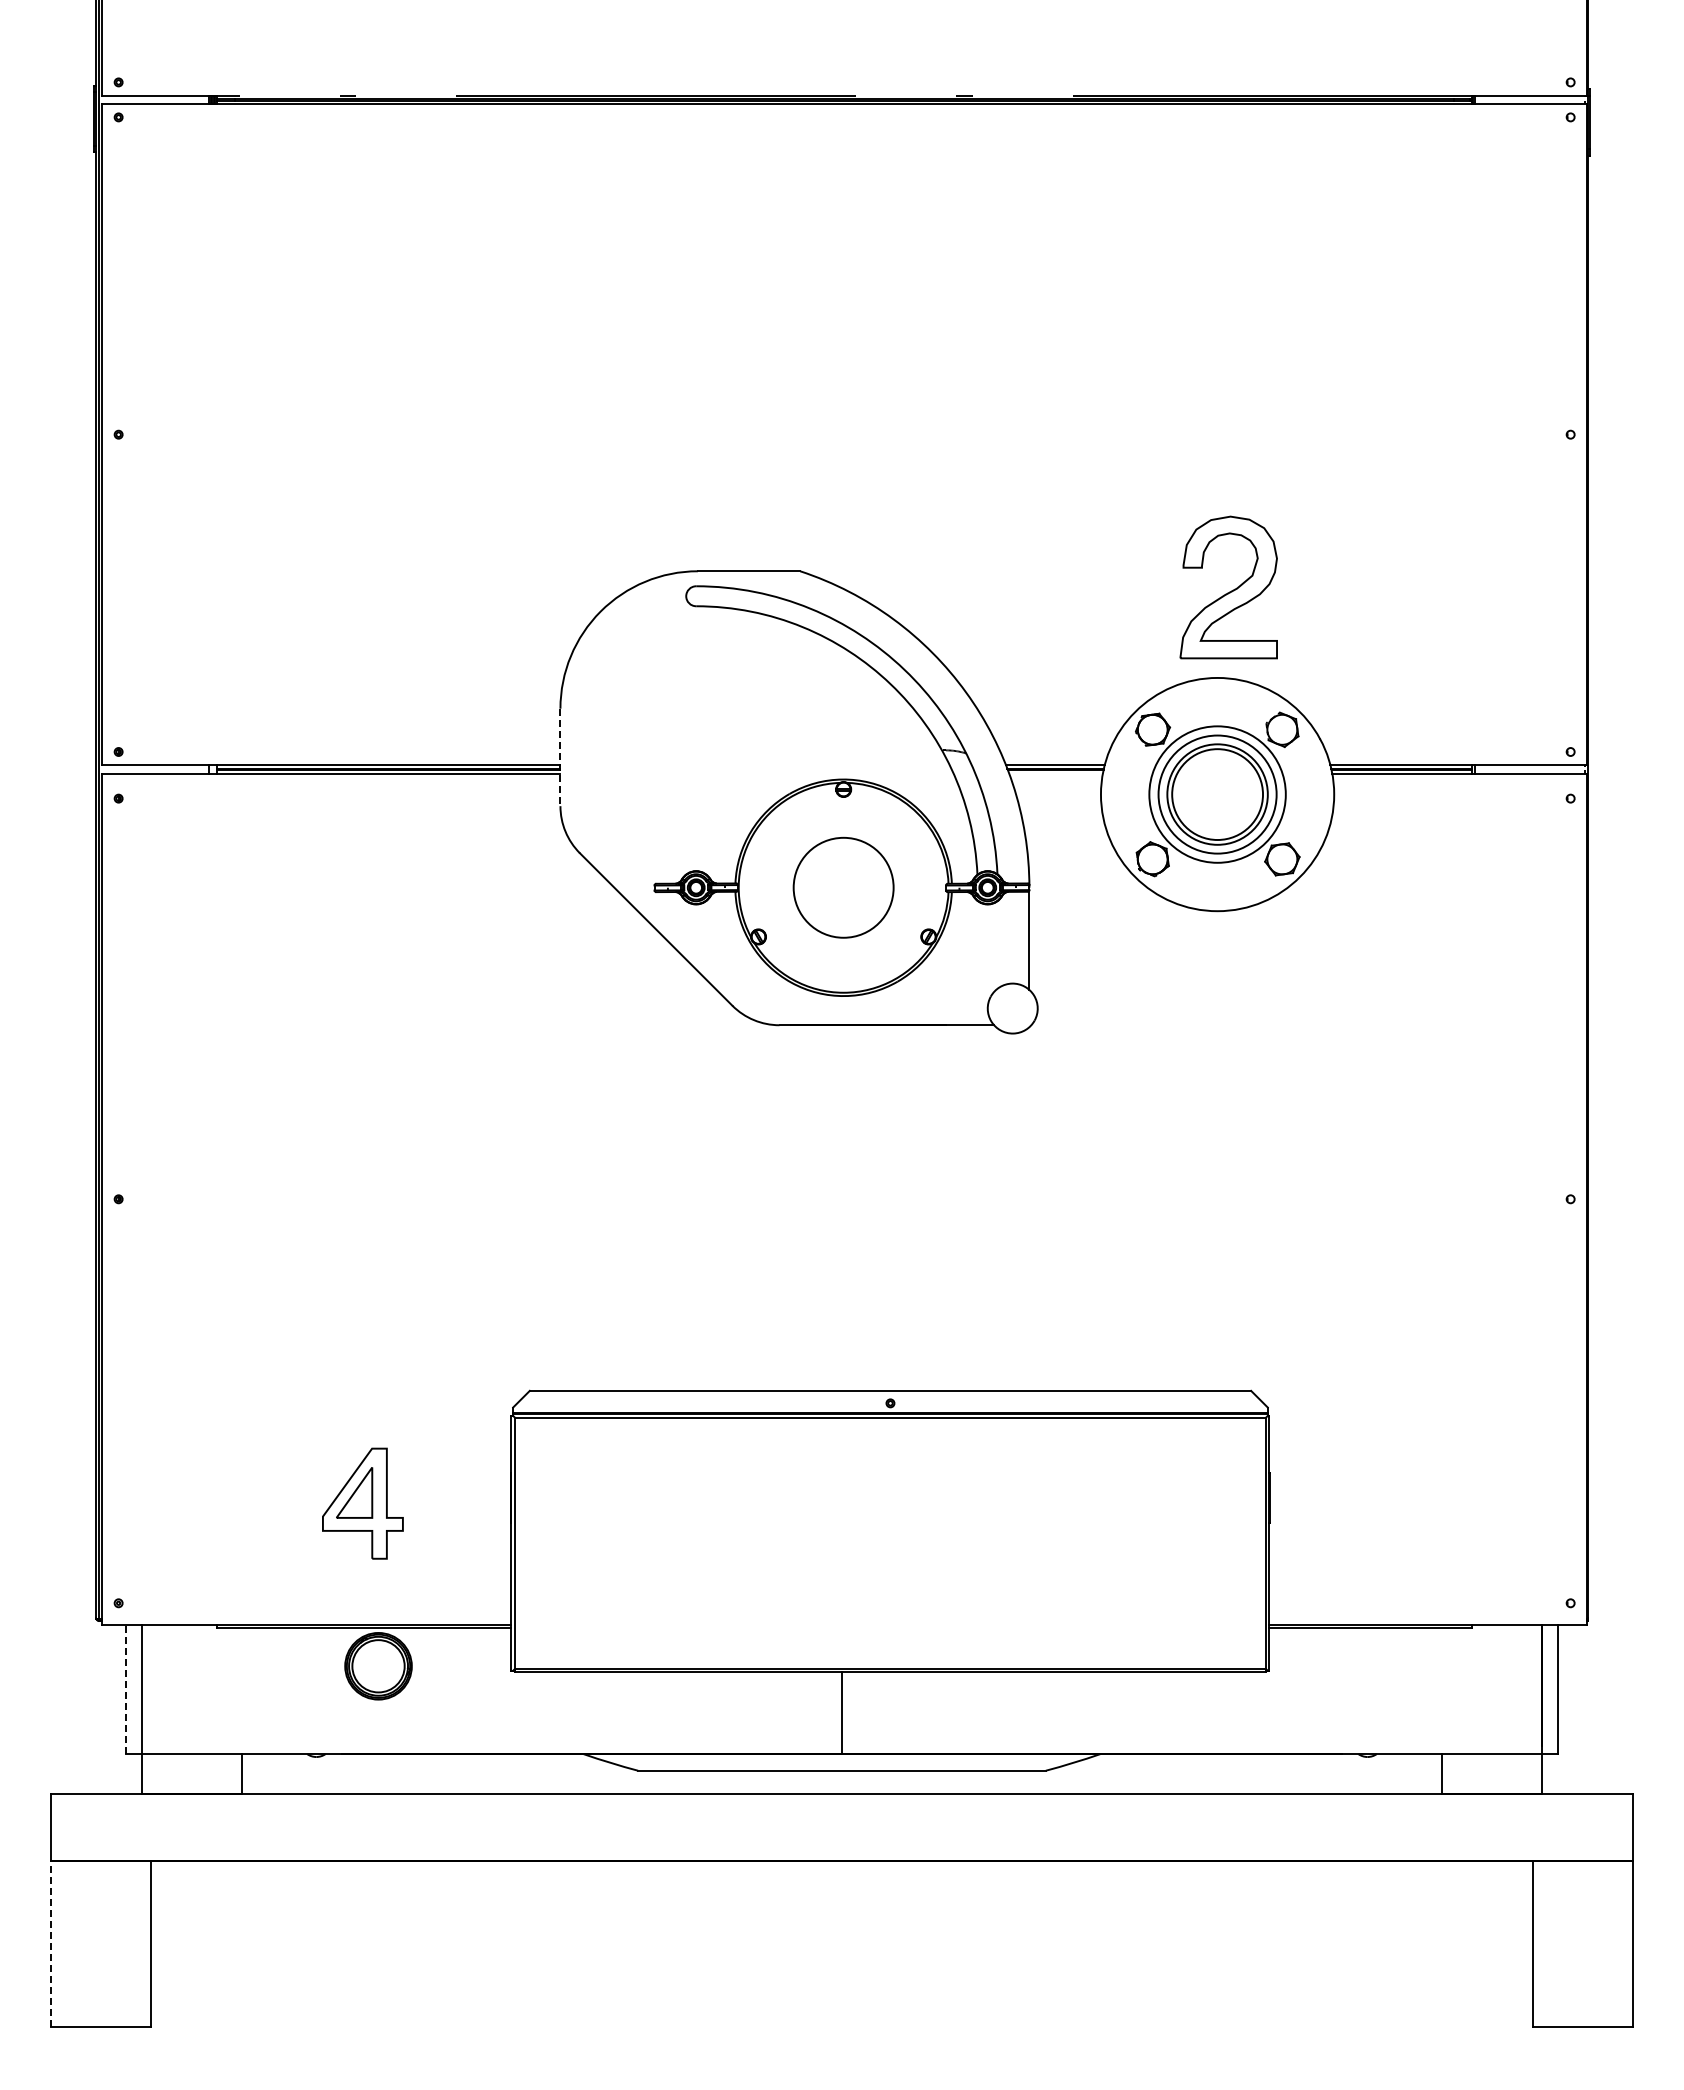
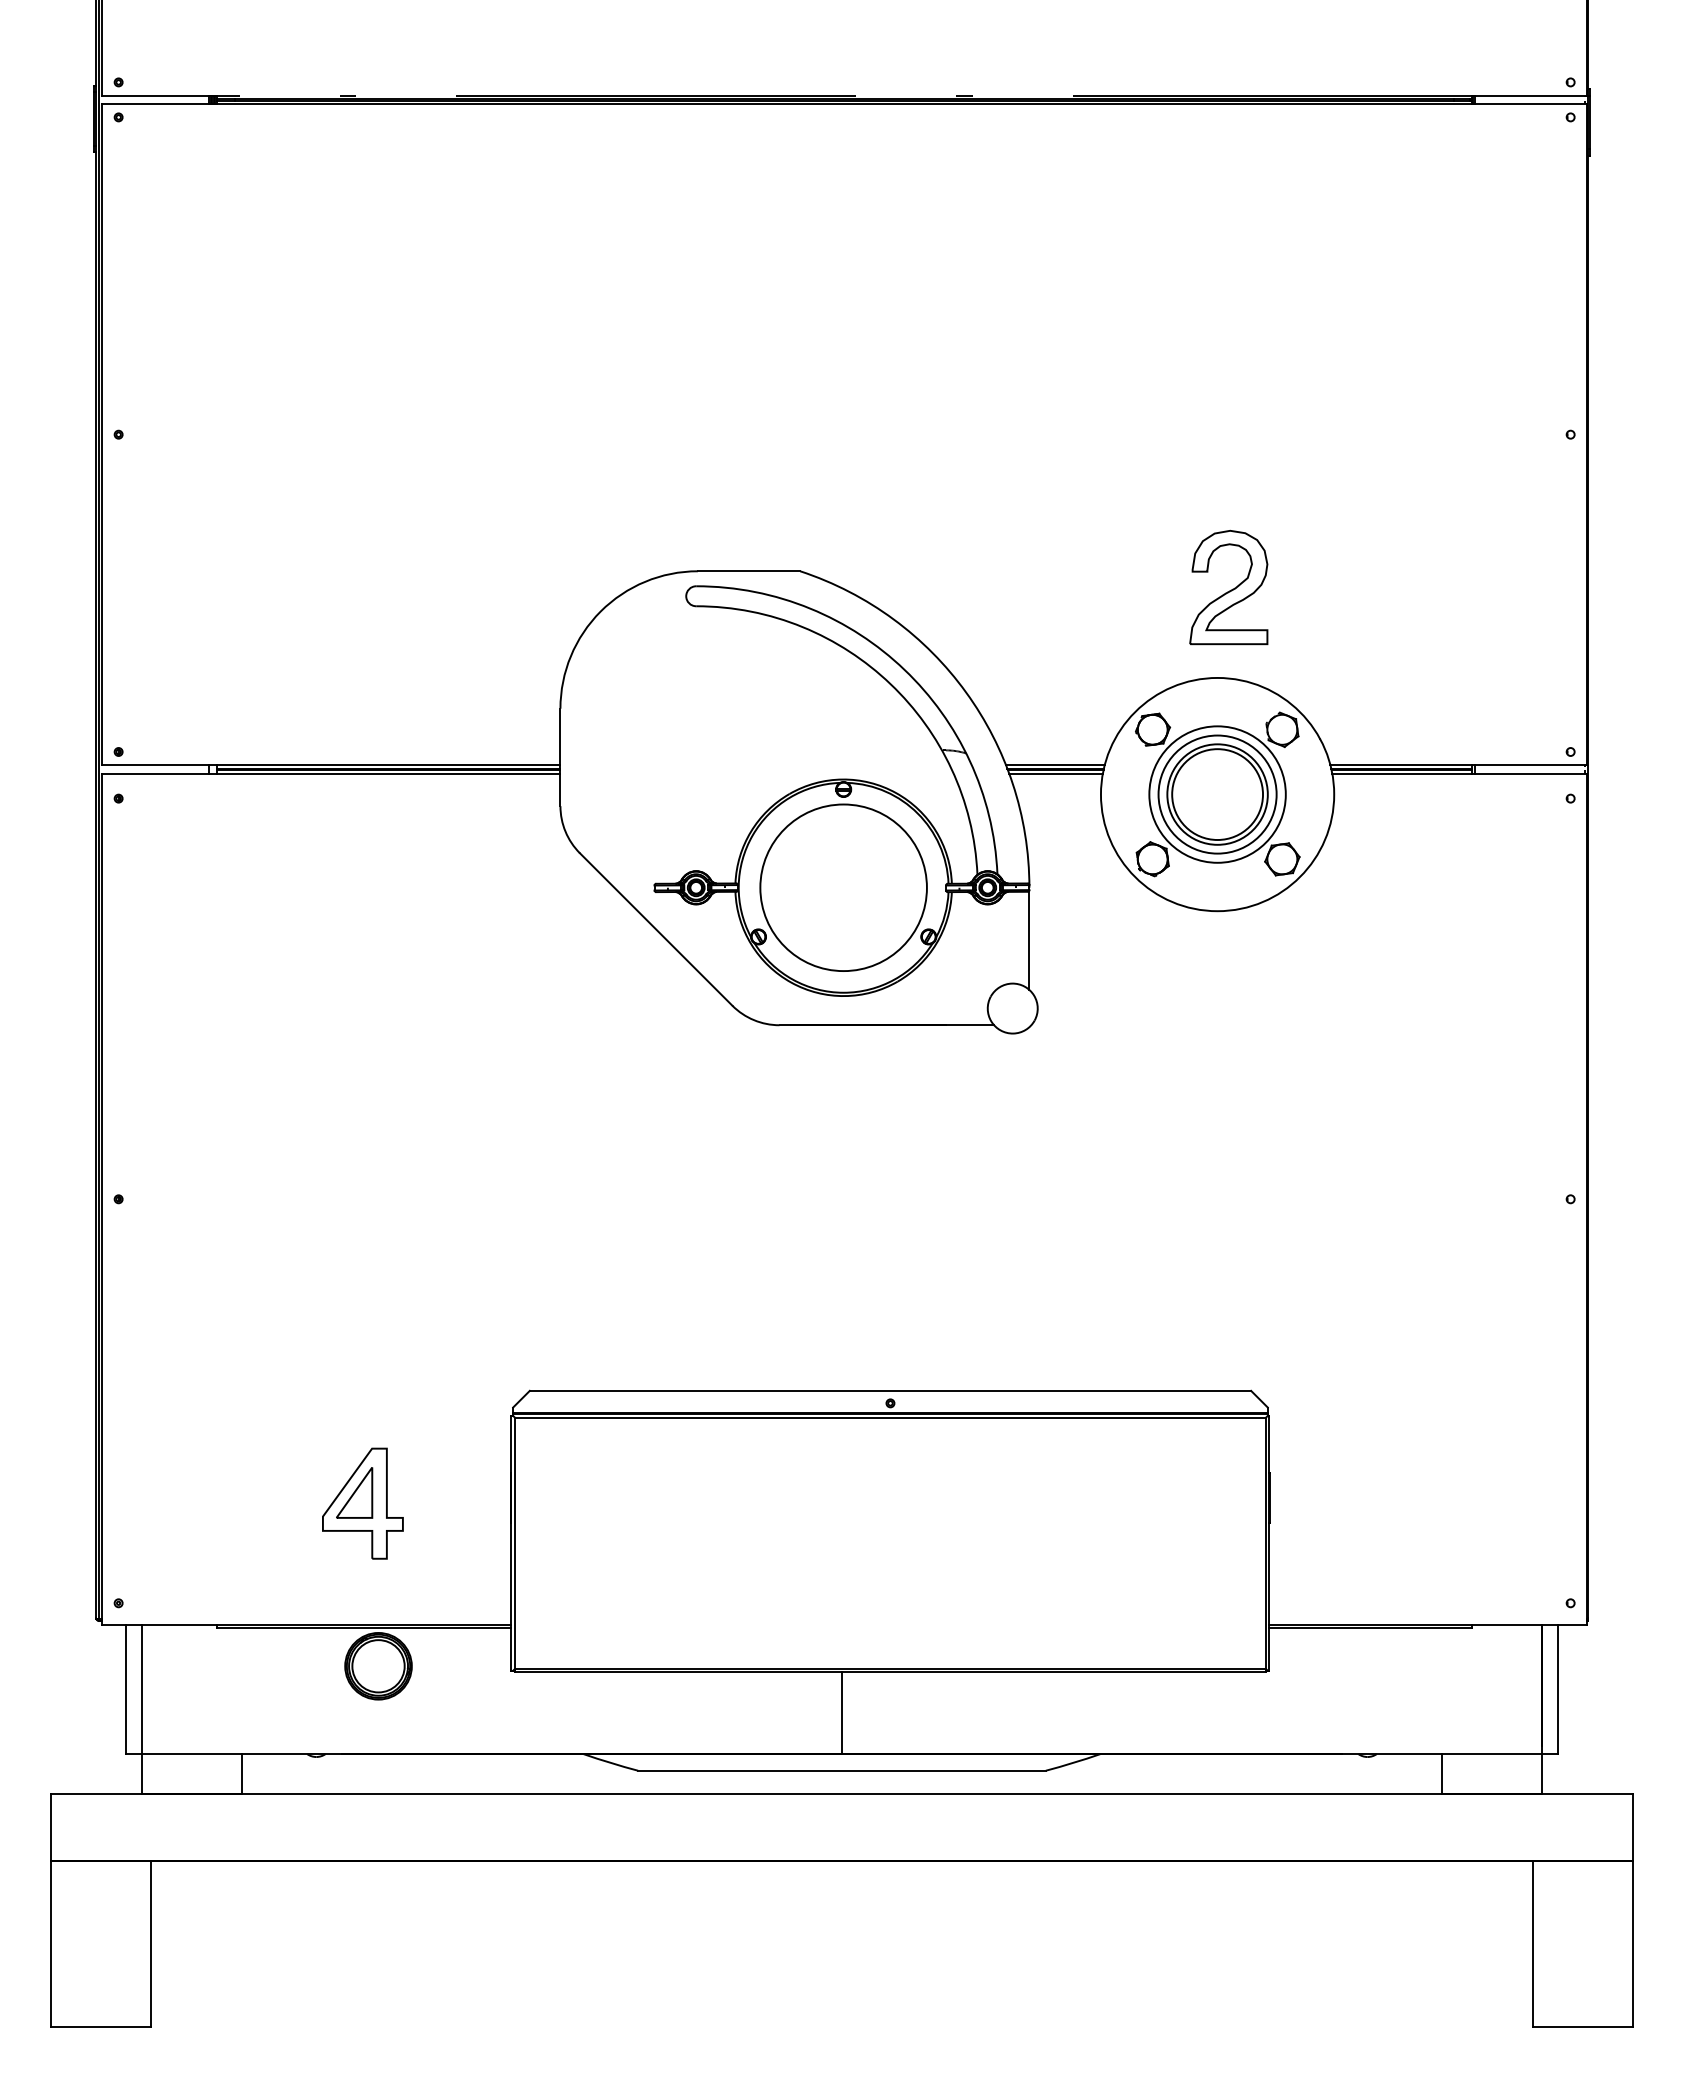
part at (1228, 587) size: 99x145 px -> 80x117 px
line at (560, 757): dashed -> solid
line at (1055, 773): none -> present
circle at (843, 887) diameter: 100 px -> 167 px
line at (125, 1689): dashed -> solid
line at (50, 1943): dashed -> solid
